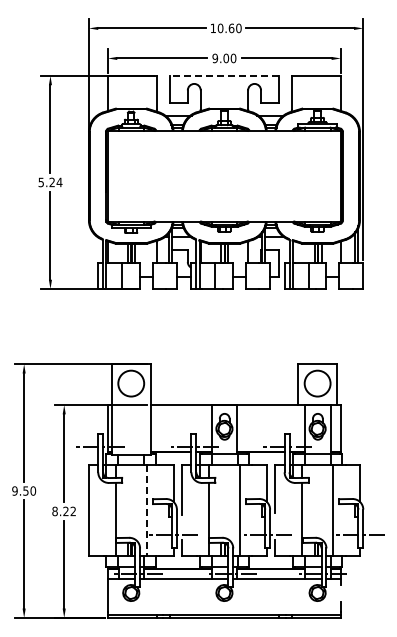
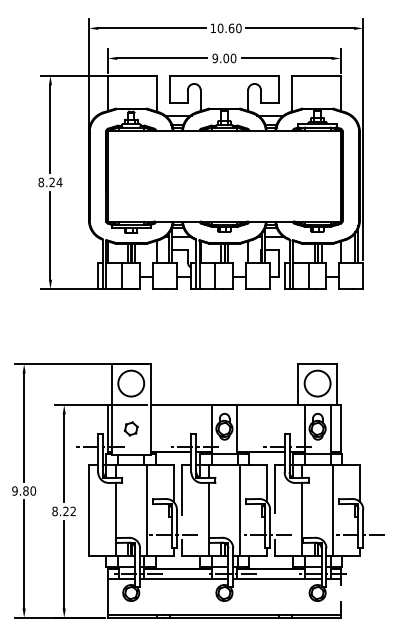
line at (224, 75): dashed -> solid
text at (41, 182): 5.24 -> 8.24
part at (130, 428): none -> present
text at (25, 490): 9.50 -> 9.80
line at (147, 510): dashed -> solid
